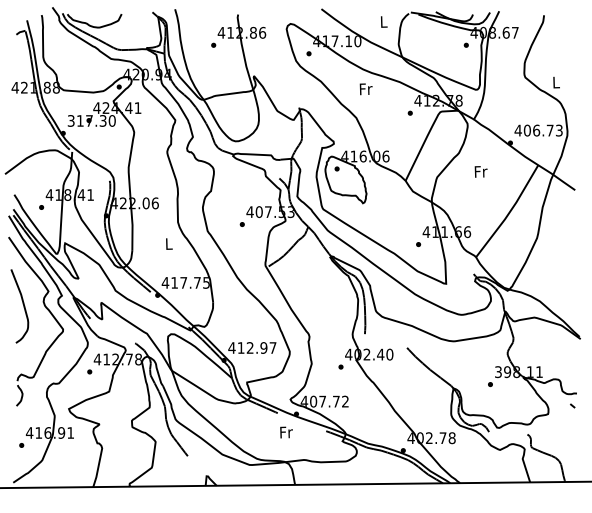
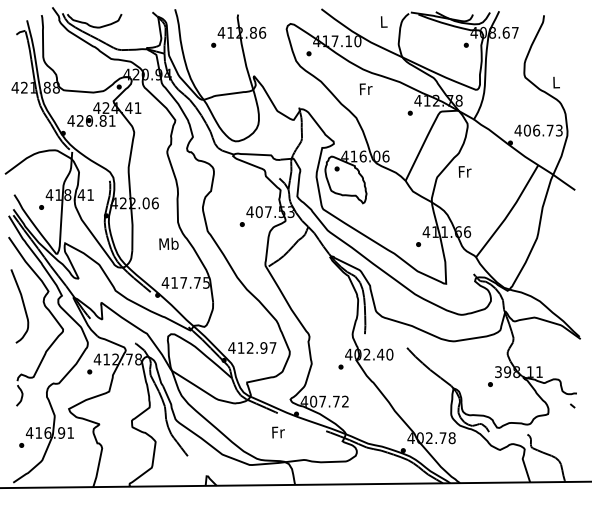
text at (91, 120): 317.30 -> 420.81
text at (480, 171) position: (480, 171) -> (464, 171)
text at (168, 243): L -> Mb
text at (286, 432) position: (286, 432) -> (278, 432)
